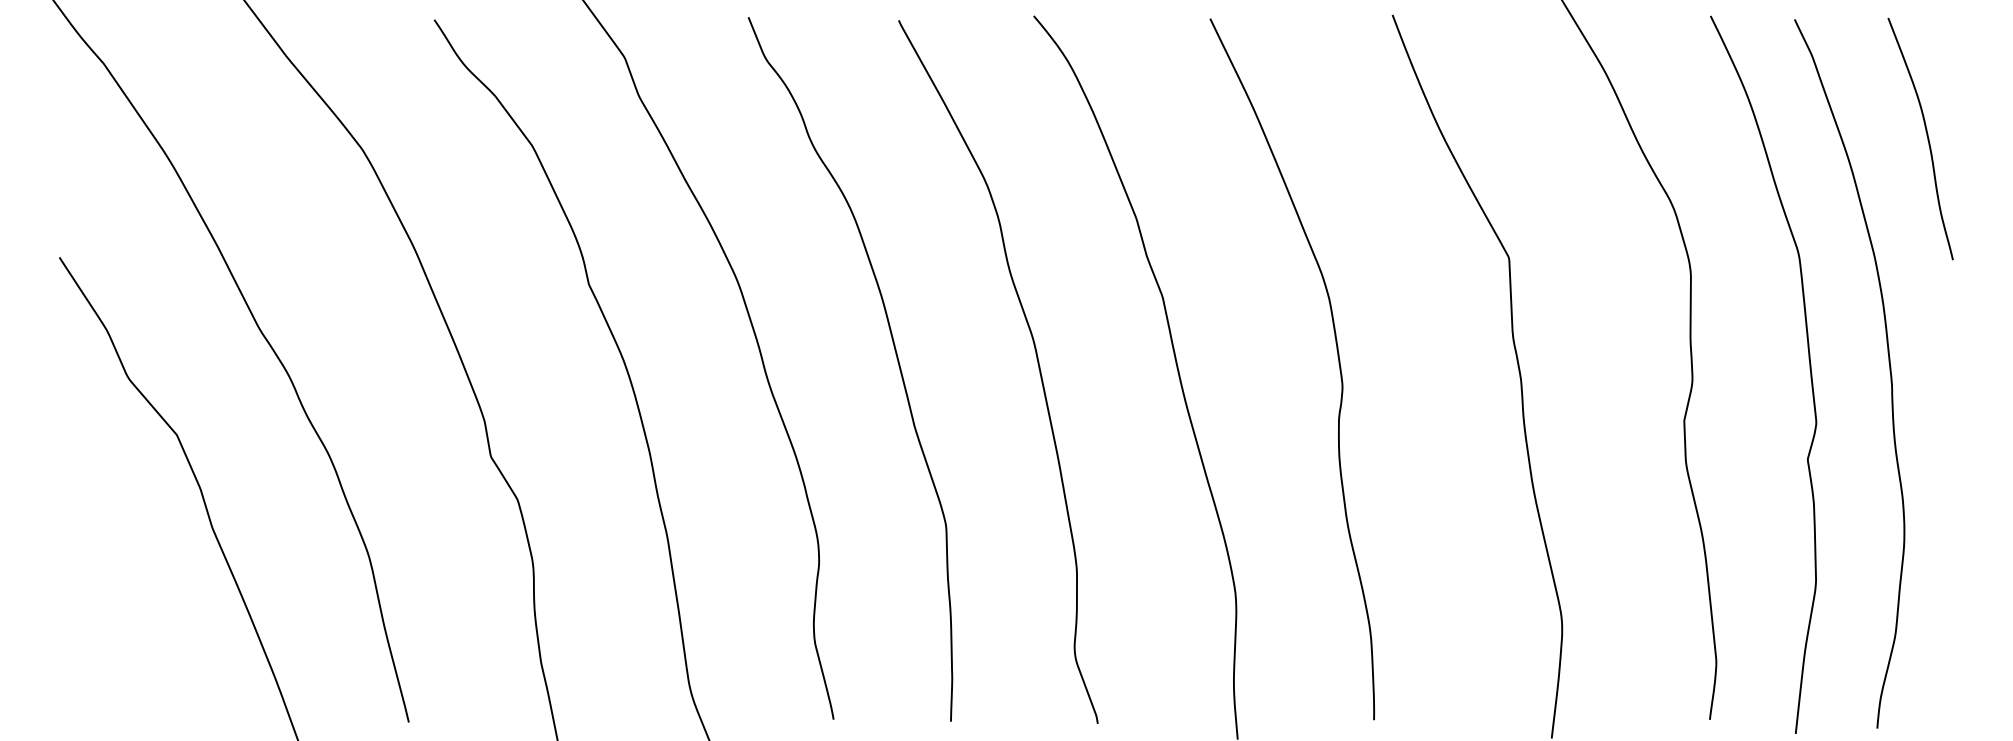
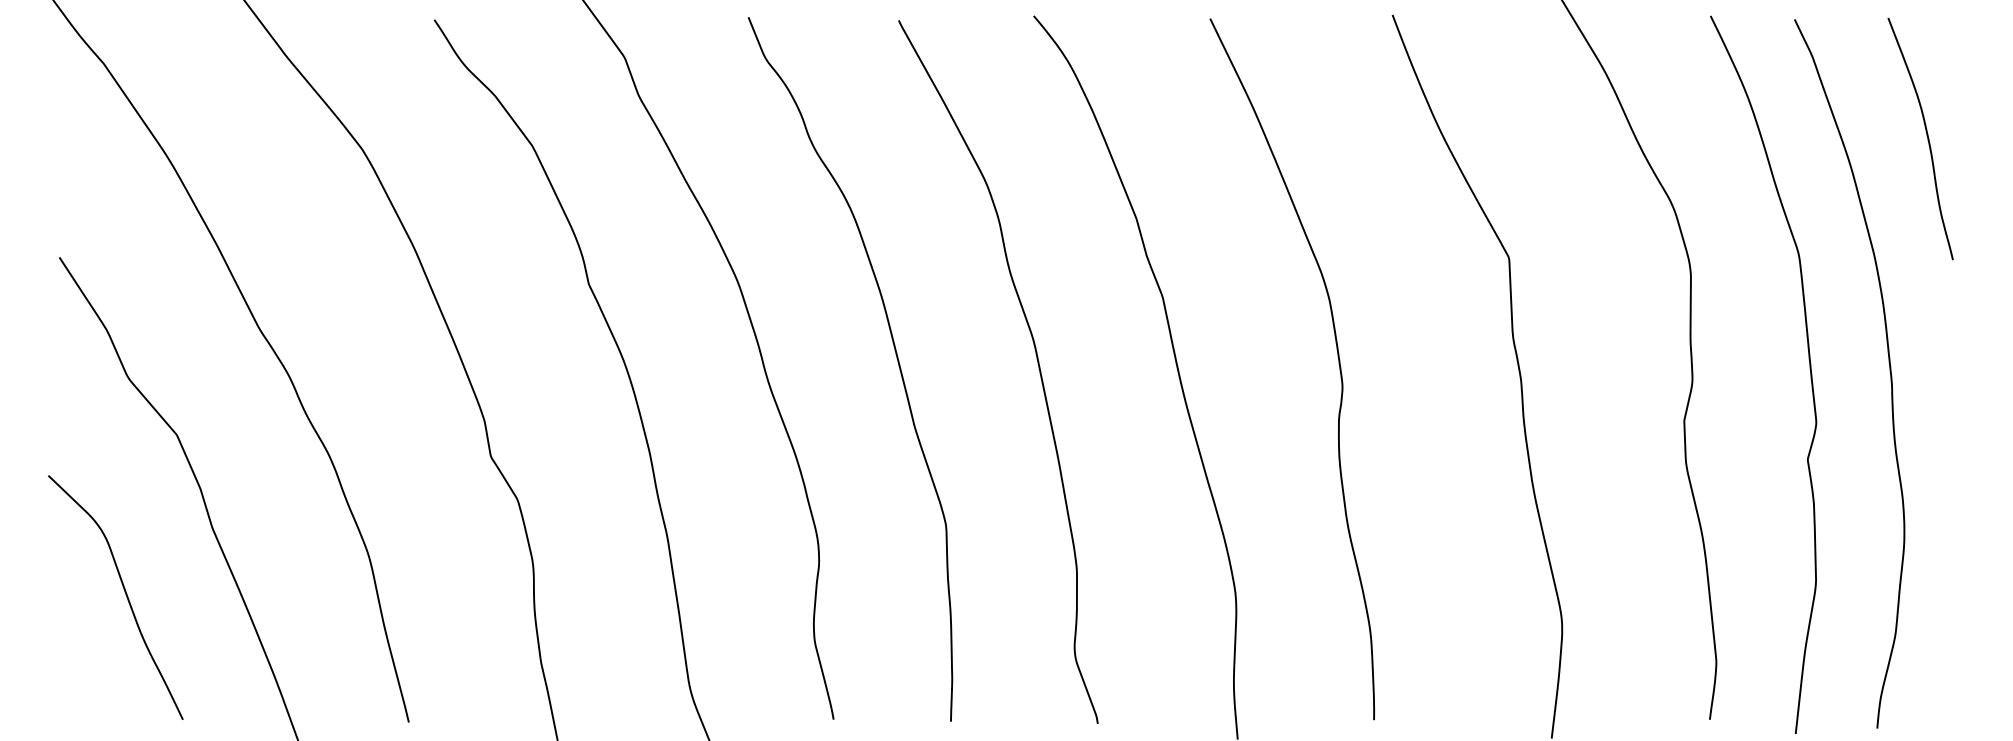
curve at (125, 595): none -> present
